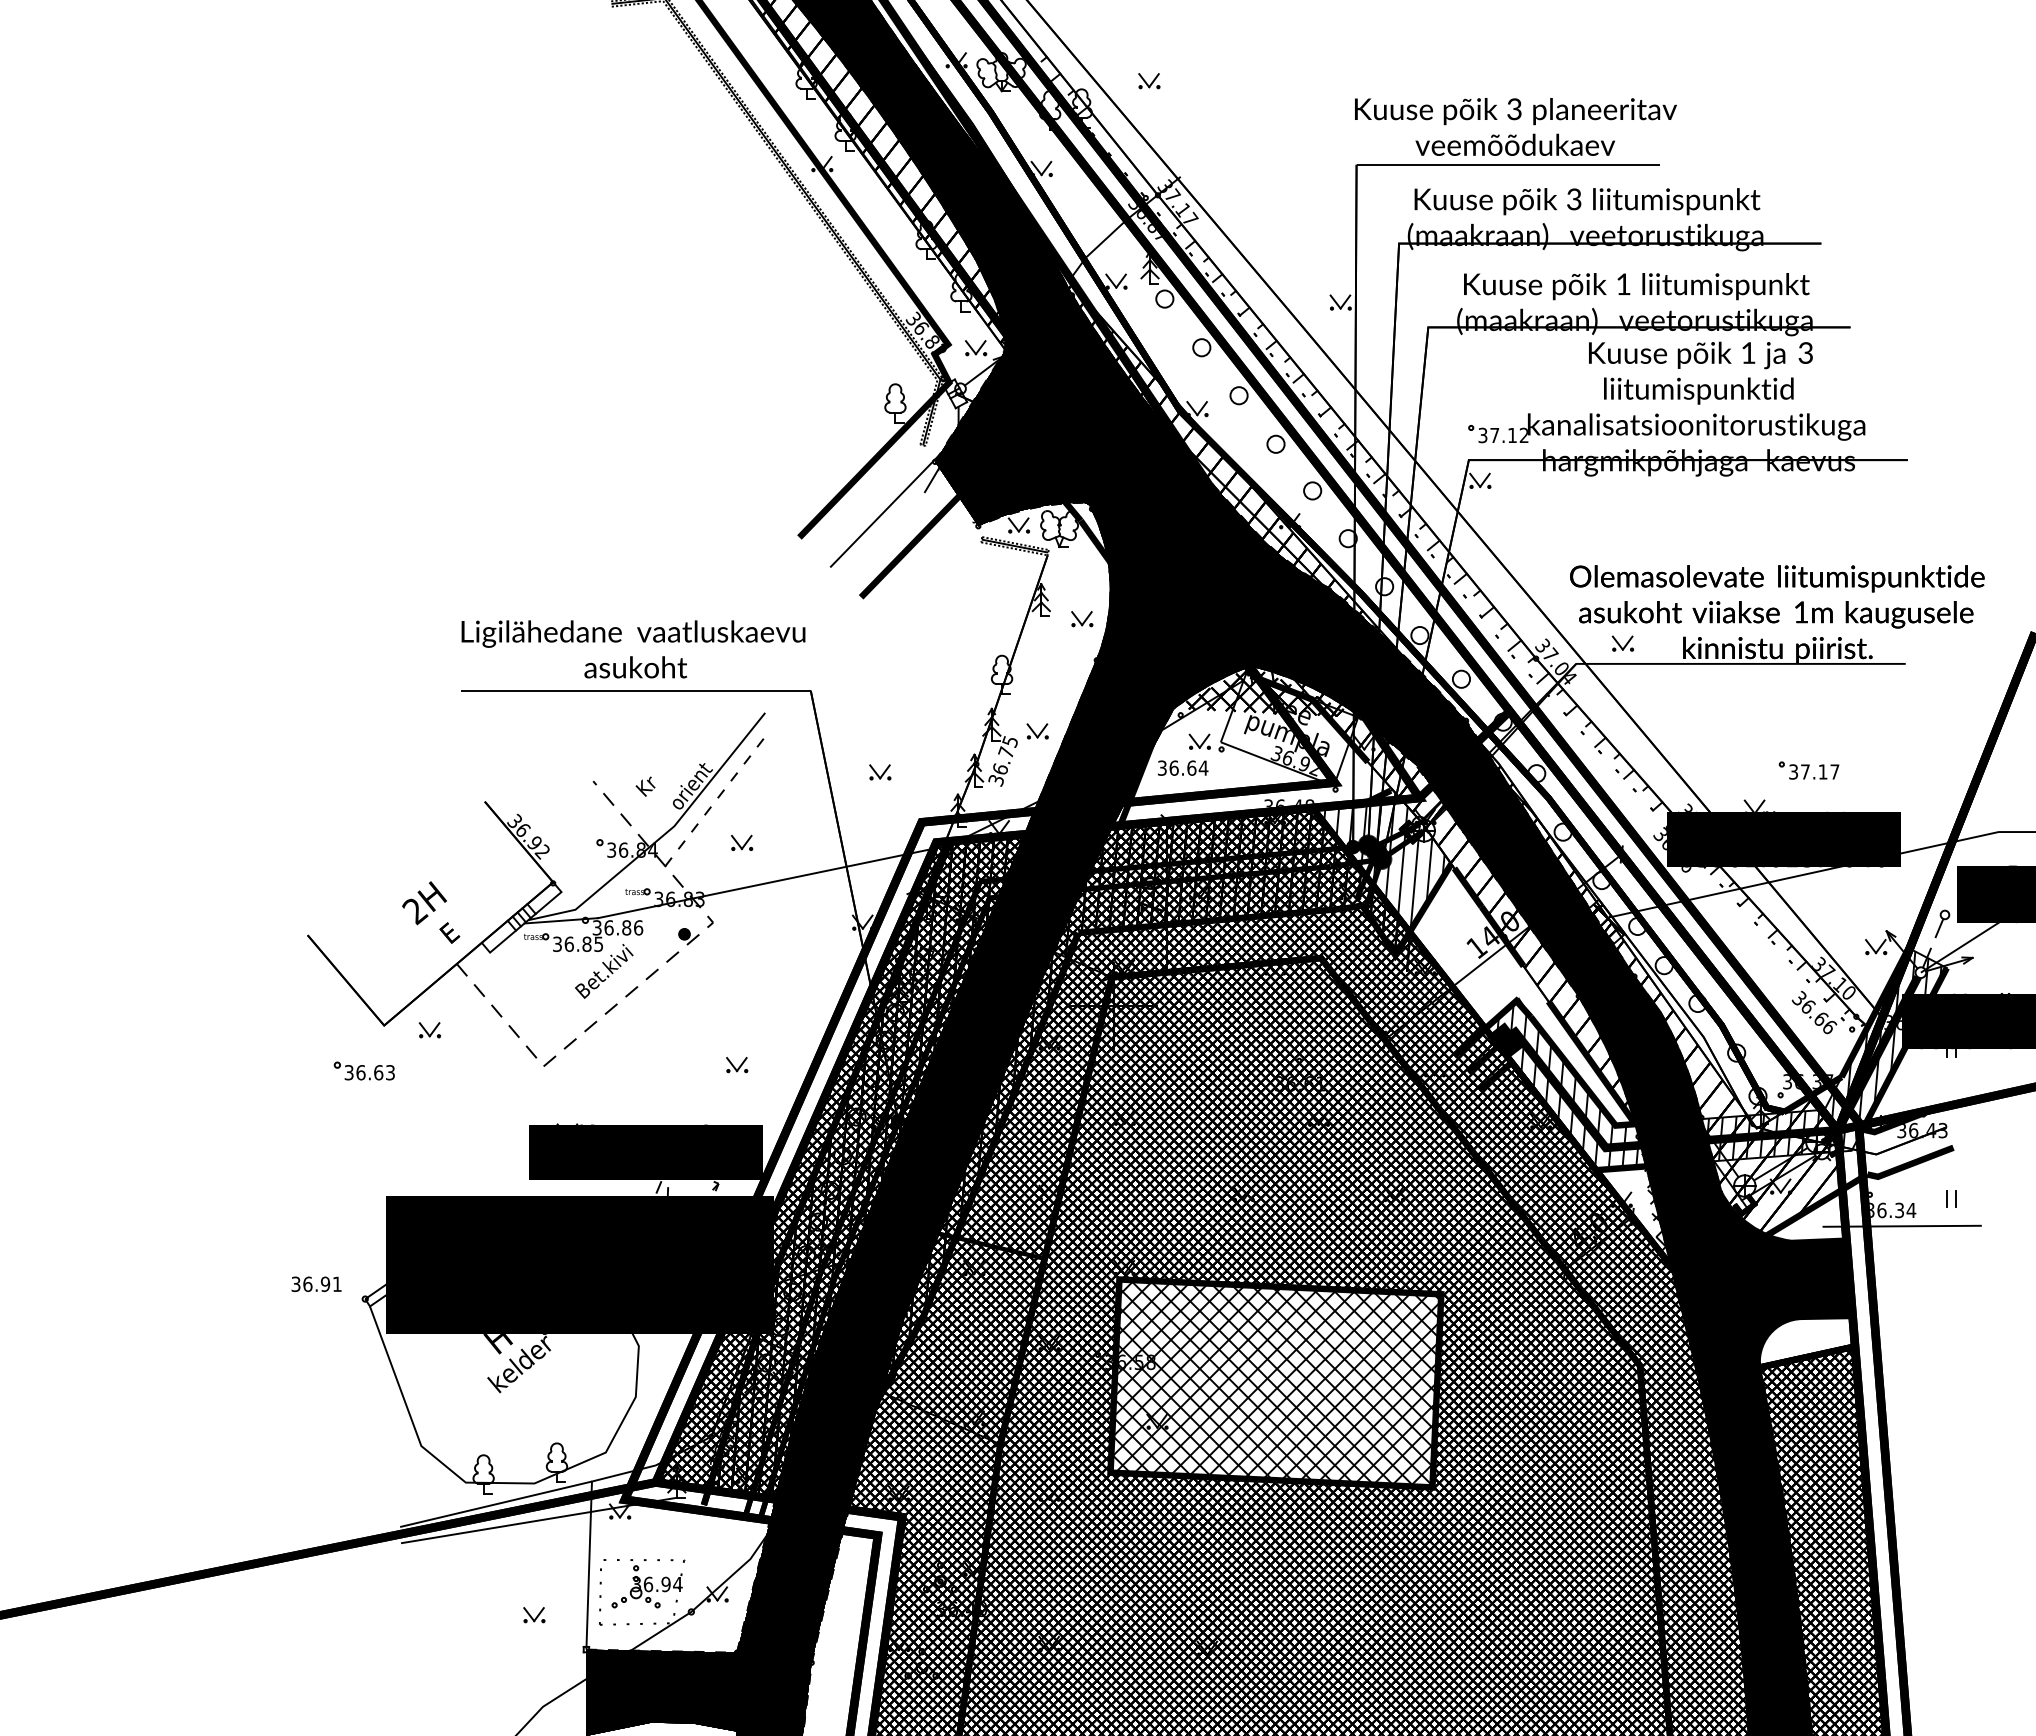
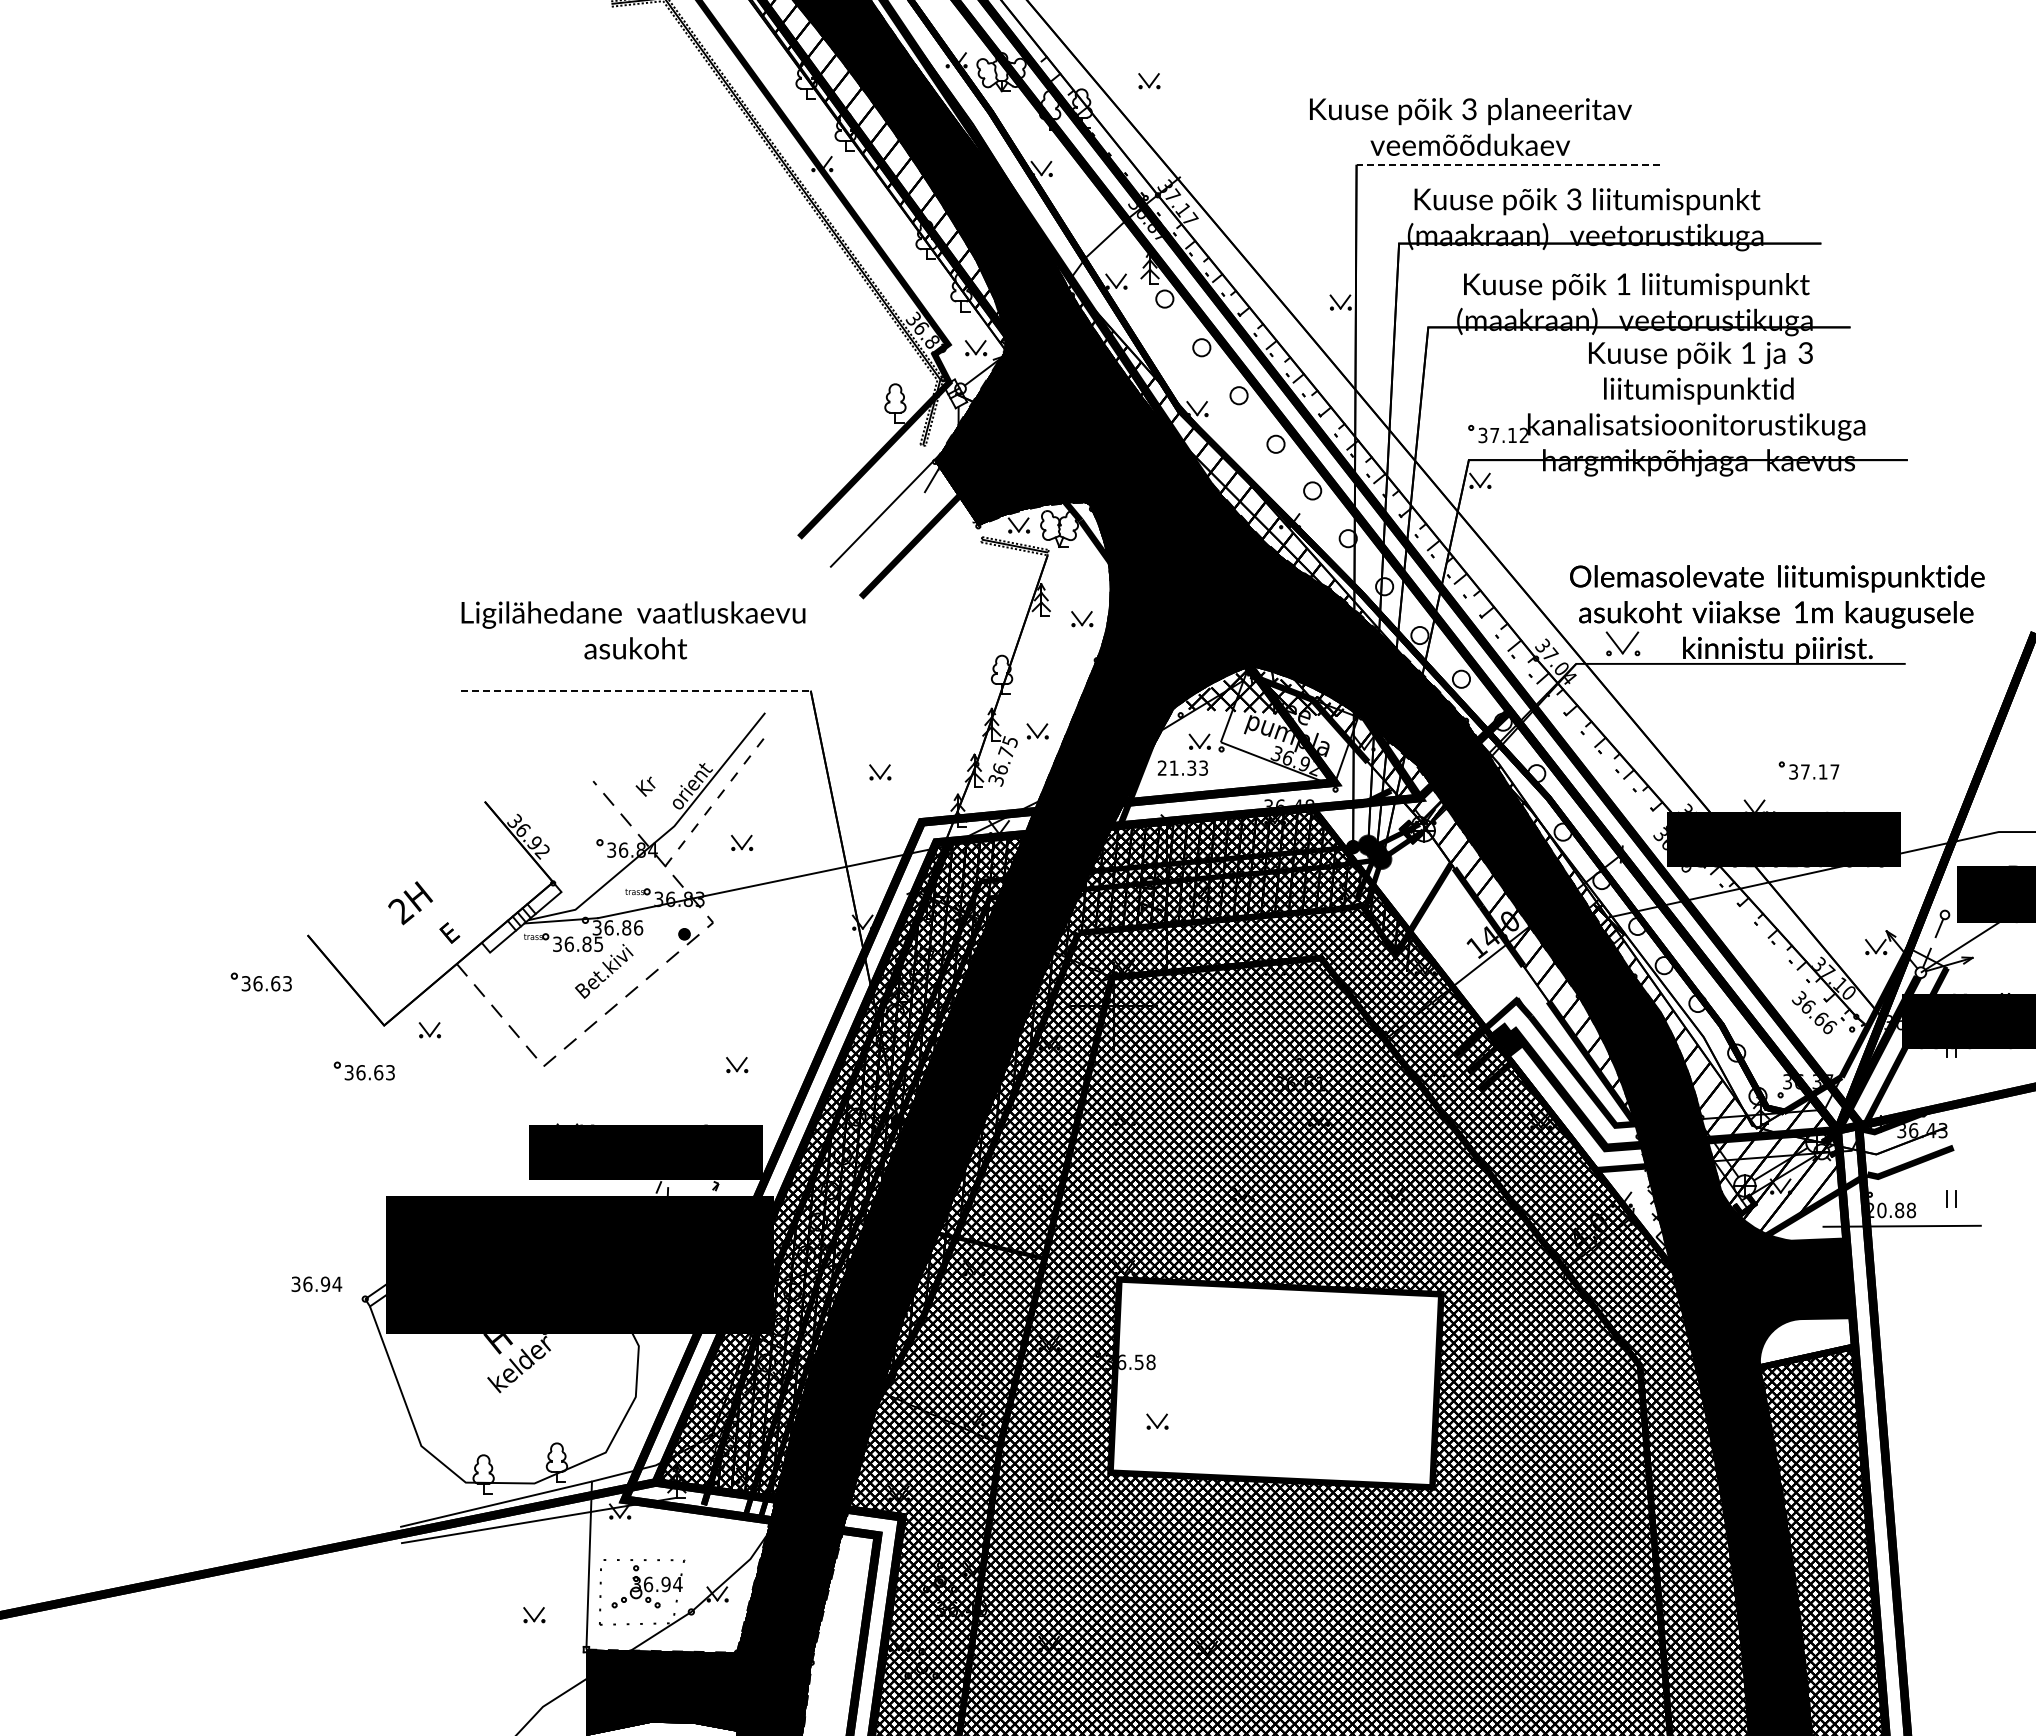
text at (1515, 126) position: (1515, 126) -> (1470, 126)
line at (1508, 164): solid -> dashed
part at (1622, 643) size: 24x17 px -> 36x26 px
text at (633, 649) position: (633, 649) -> (633, 630)
line at (635, 690): solid -> dashed
text at (1183, 767): 36.64 -> 21.33
hatch at (1384, 861): present -> none
text at (424, 903) position: (424, 903) -> (410, 903)
part at (260, 981): none -> present
hatch at (1718, 1060): present -> none
text at (1893, 1210): 36.34 -> 20.88
text at (337, 1283): 36.91 -> 36.94
hatch at (1275, 1383): present -> none
